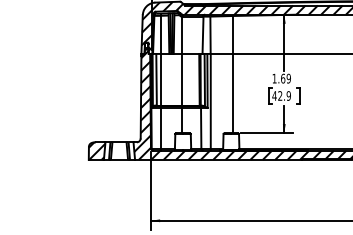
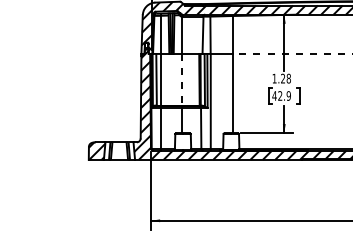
line at (292, 53): solid -> dashed
text at (285, 78): 1.69 -> 1.28
line at (181, 79): solid -> dashed
